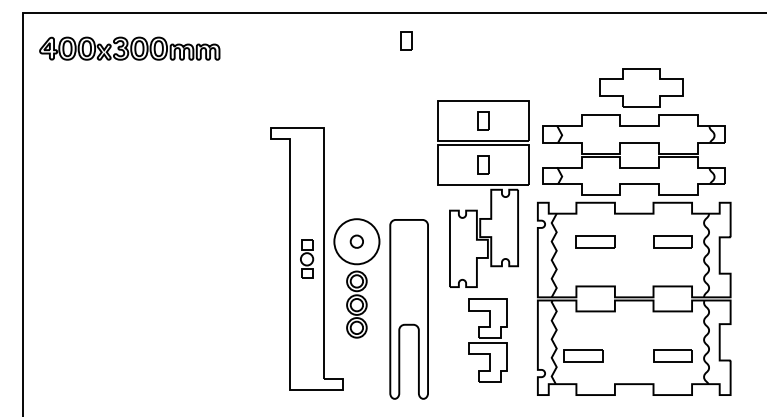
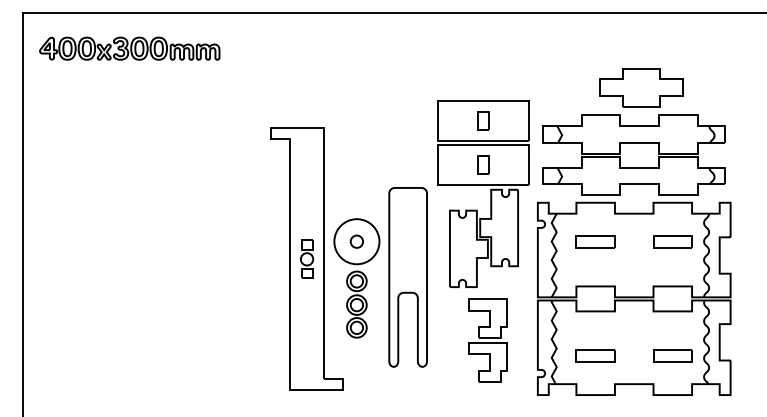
part at (406, 40): present -> none
part at (408, 309) position: (408, 309) -> (407, 277)
part at (583, 355) position: (583, 355) -> (595, 355)
